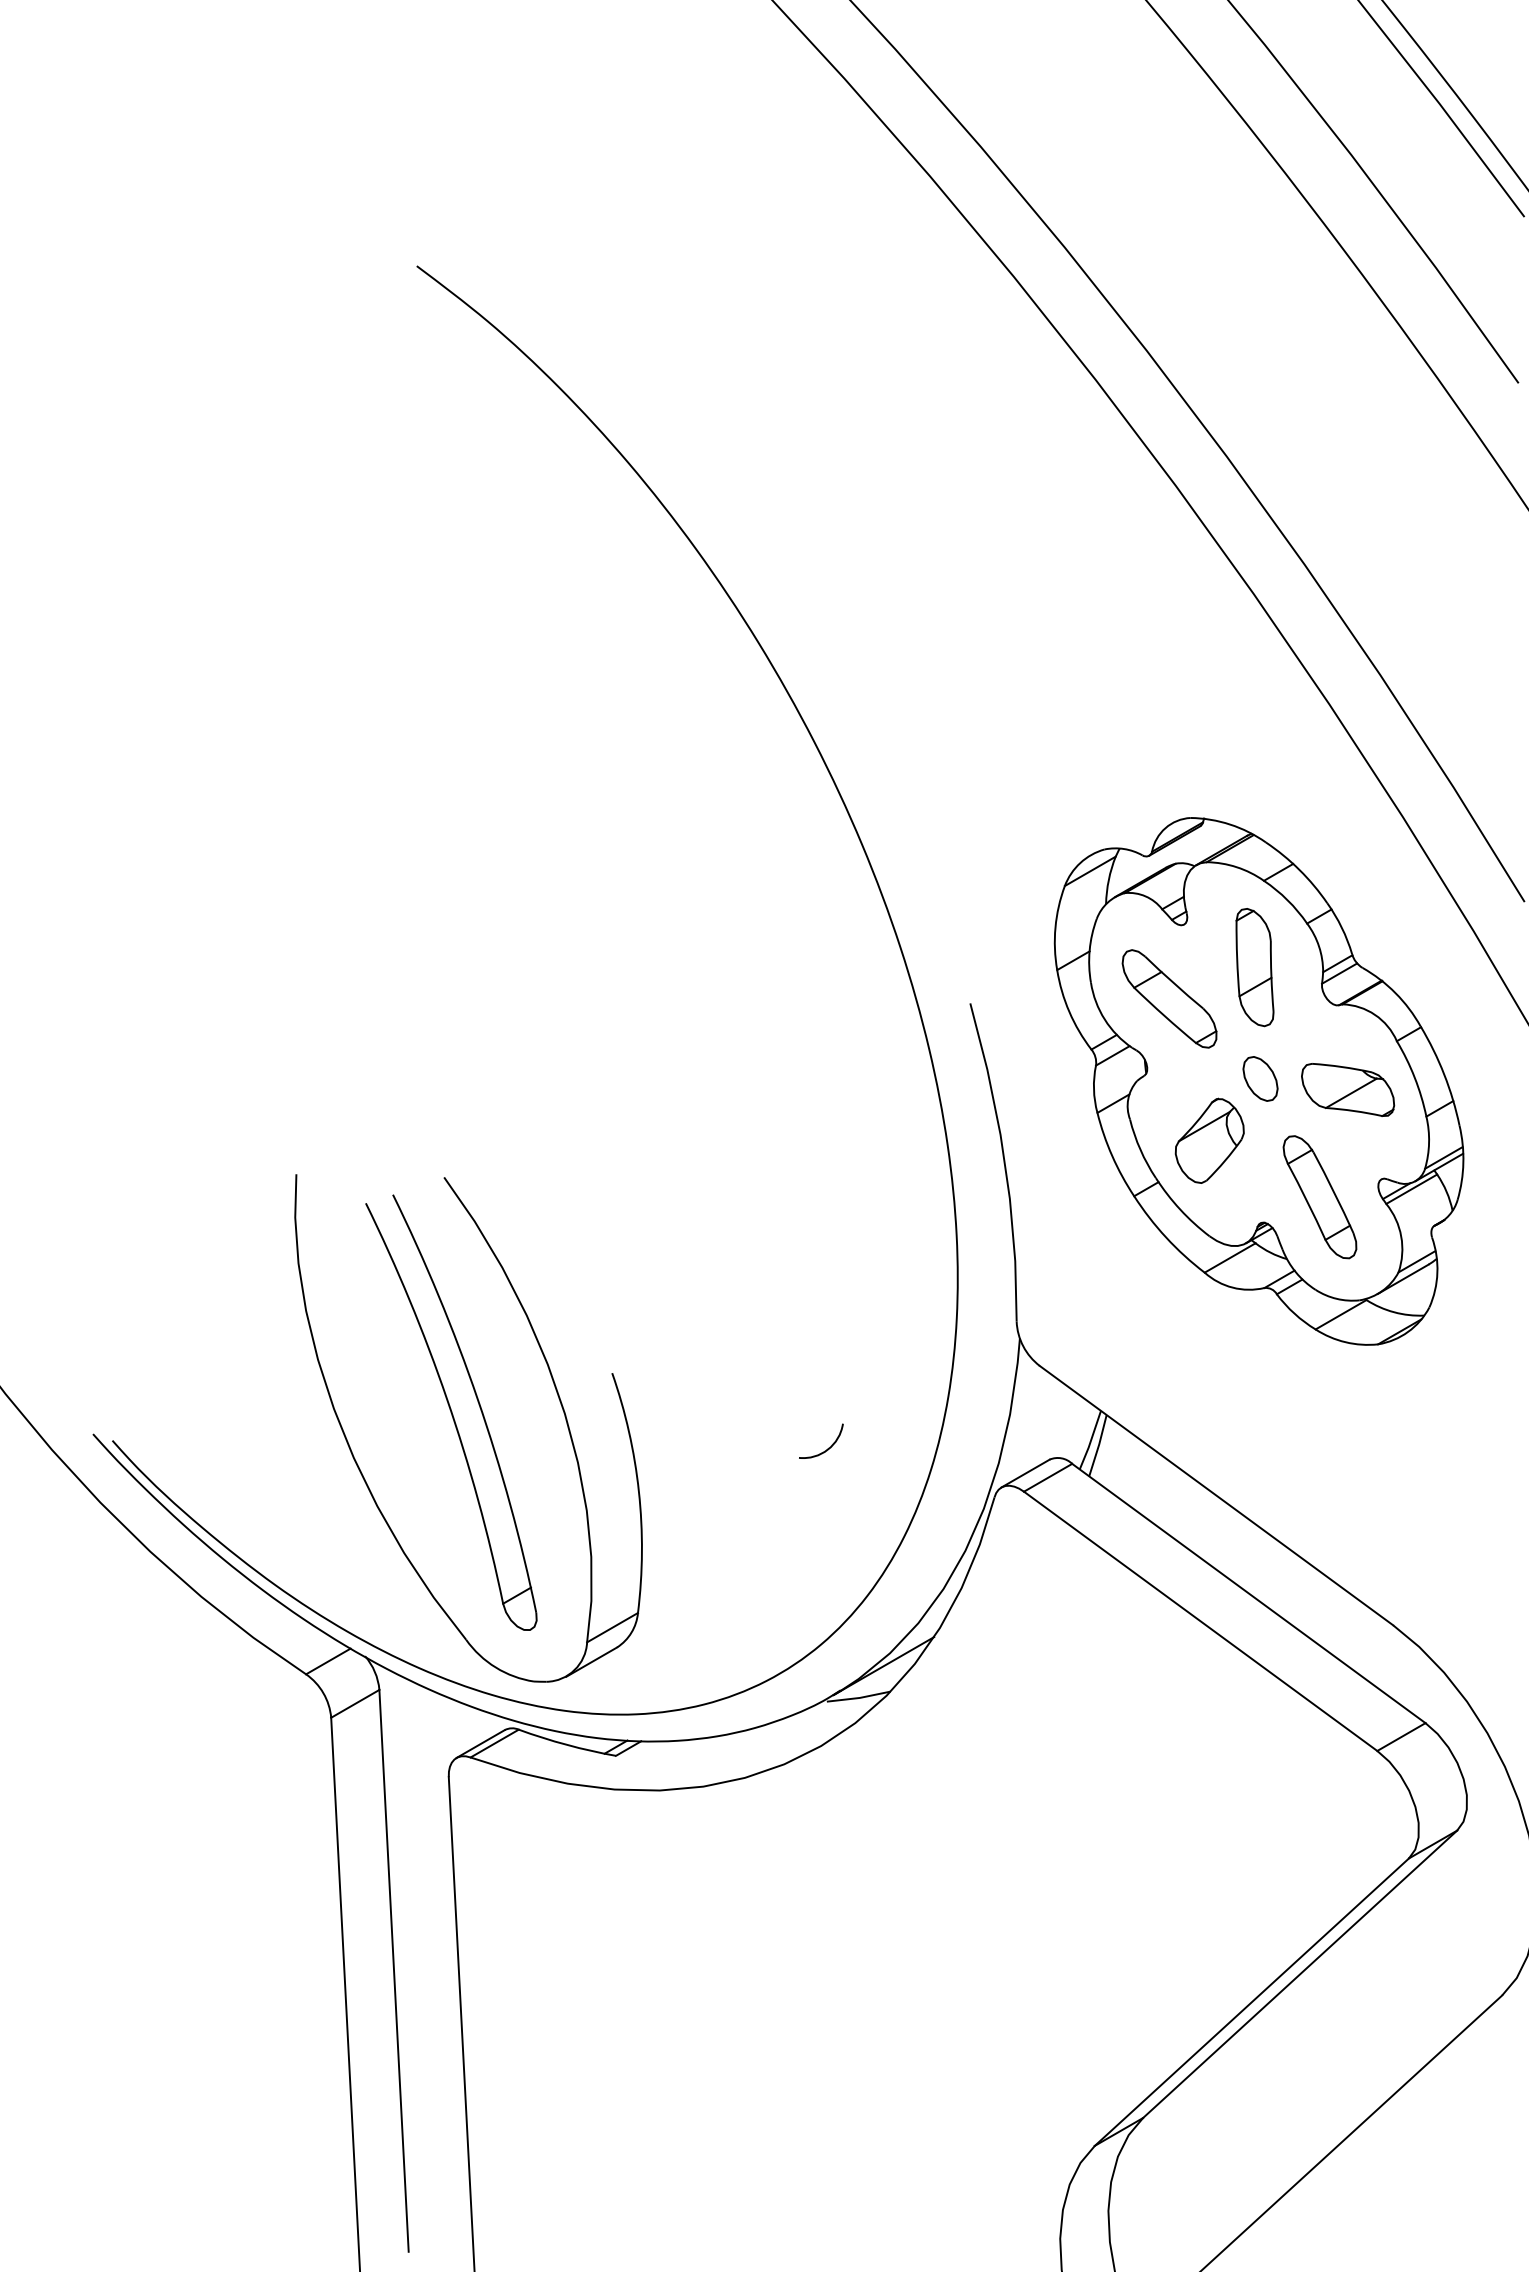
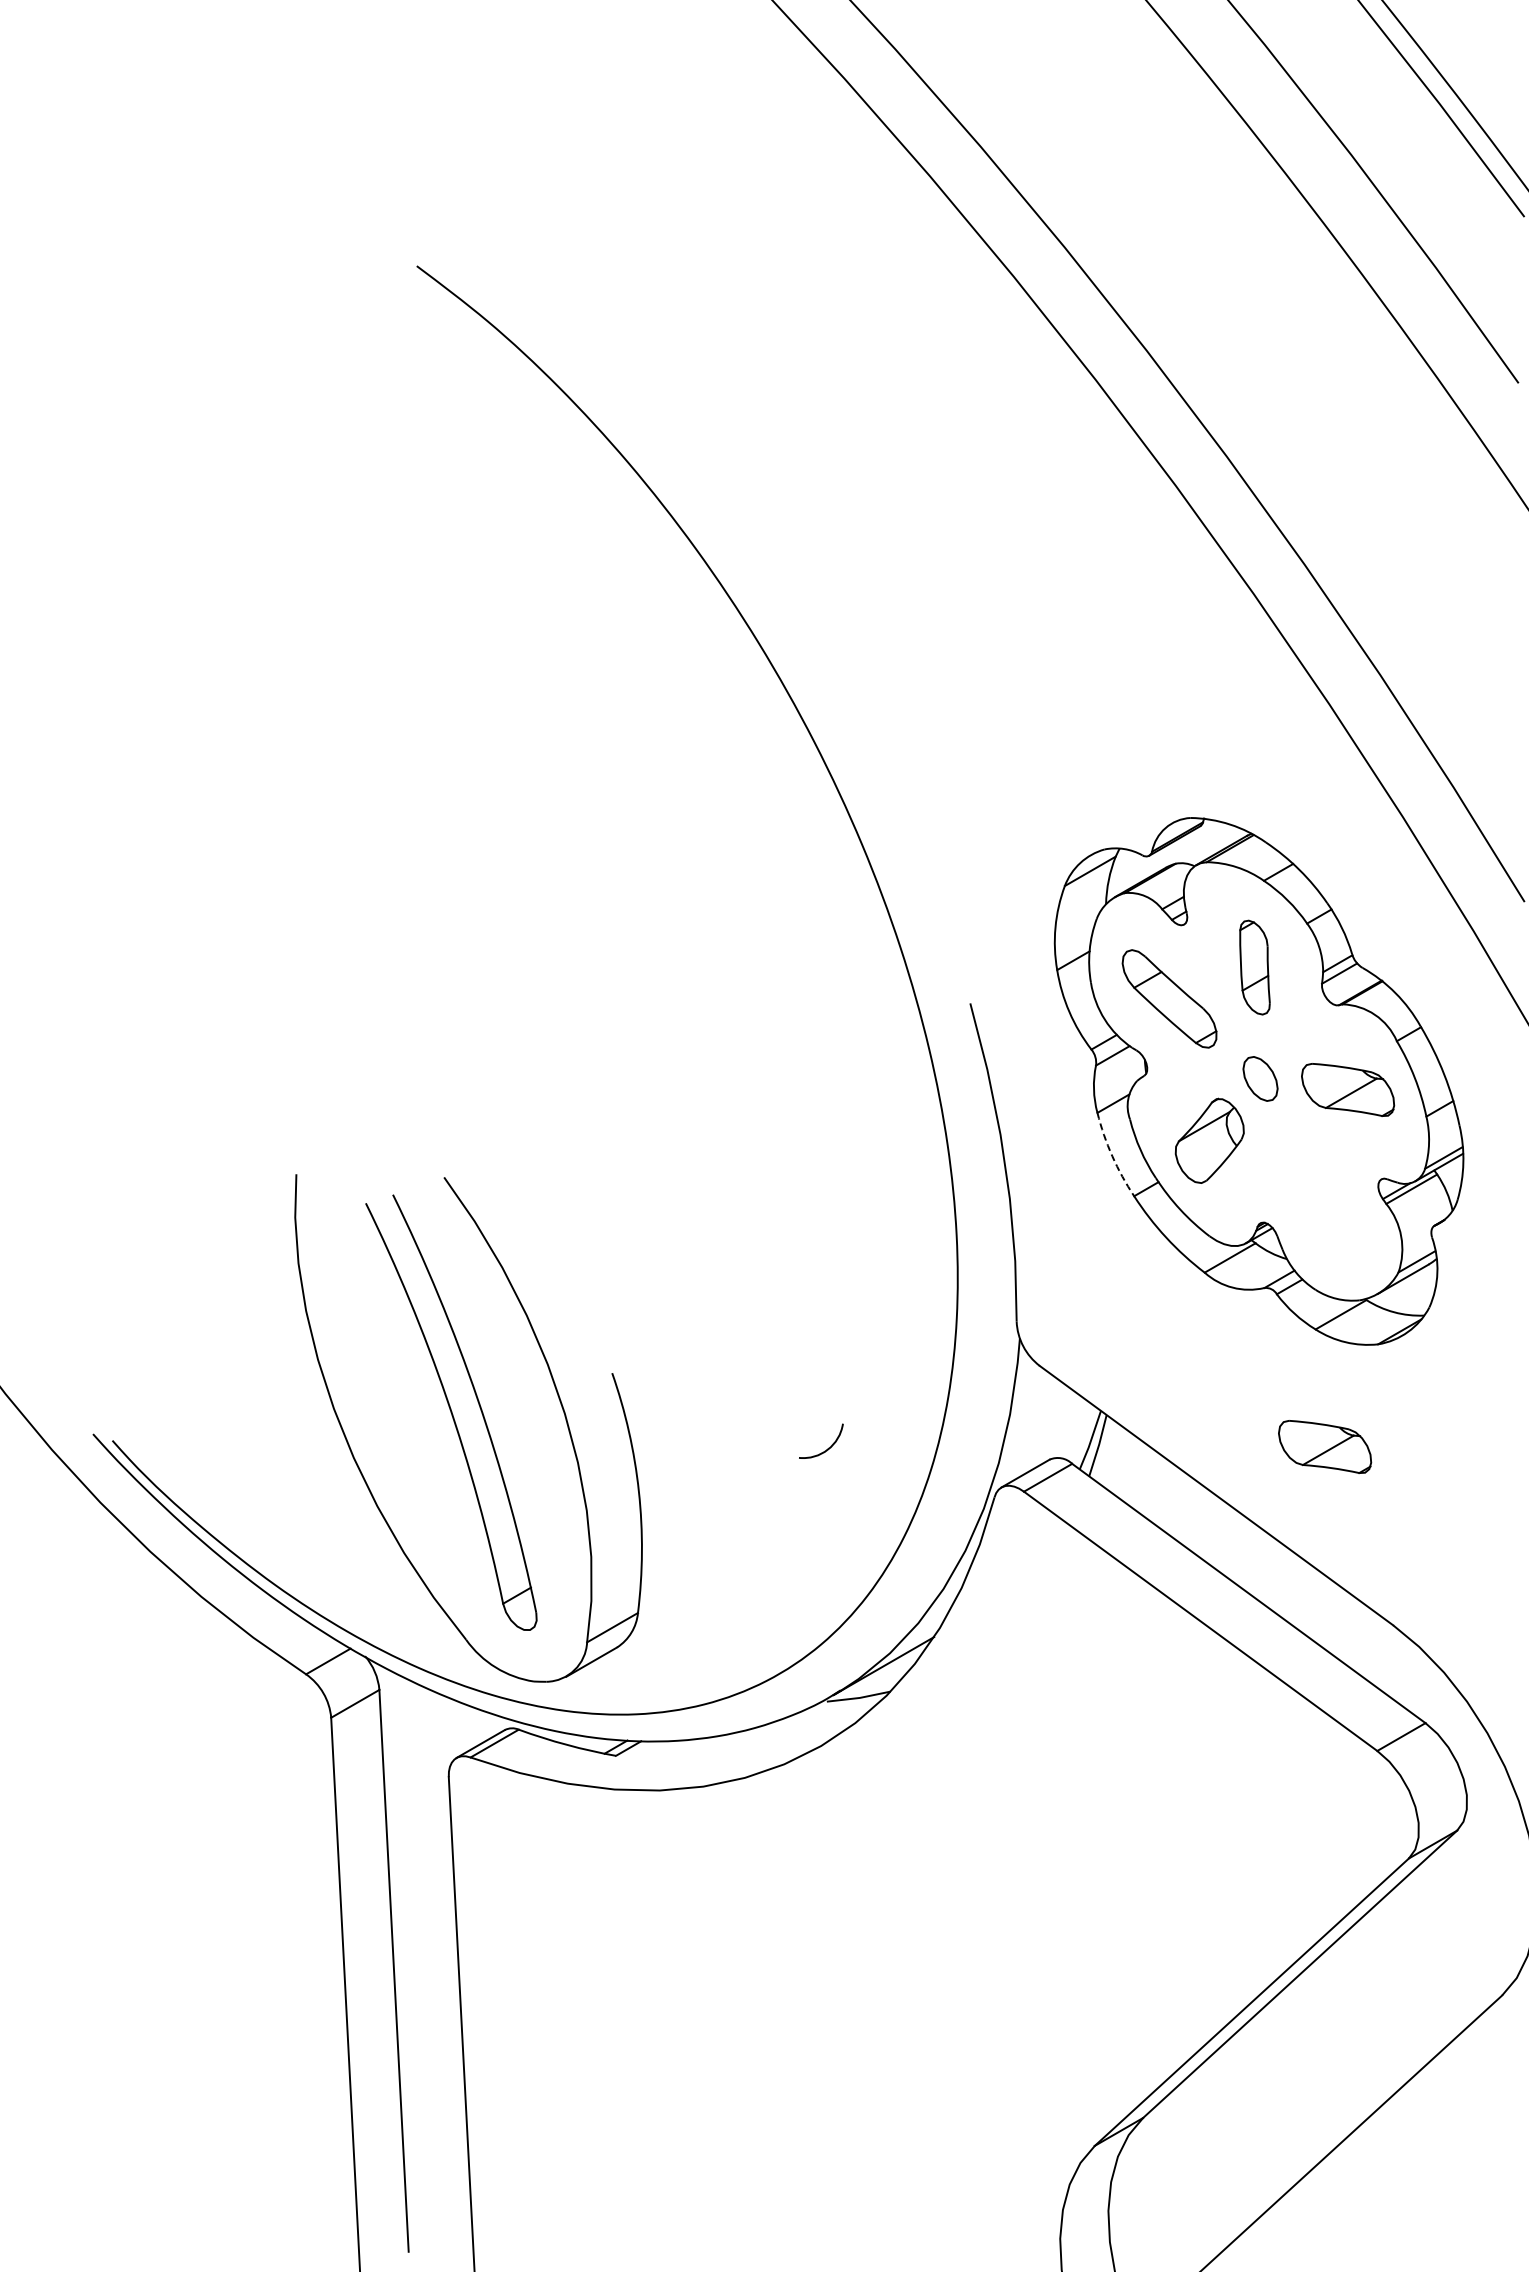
part at (1254, 967) size: 40x120 px -> 32x97 px
arc at (1112, 1156): solid -> dashed
part at (1319, 1197): present -> none
part at (1325, 1446): none -> present
